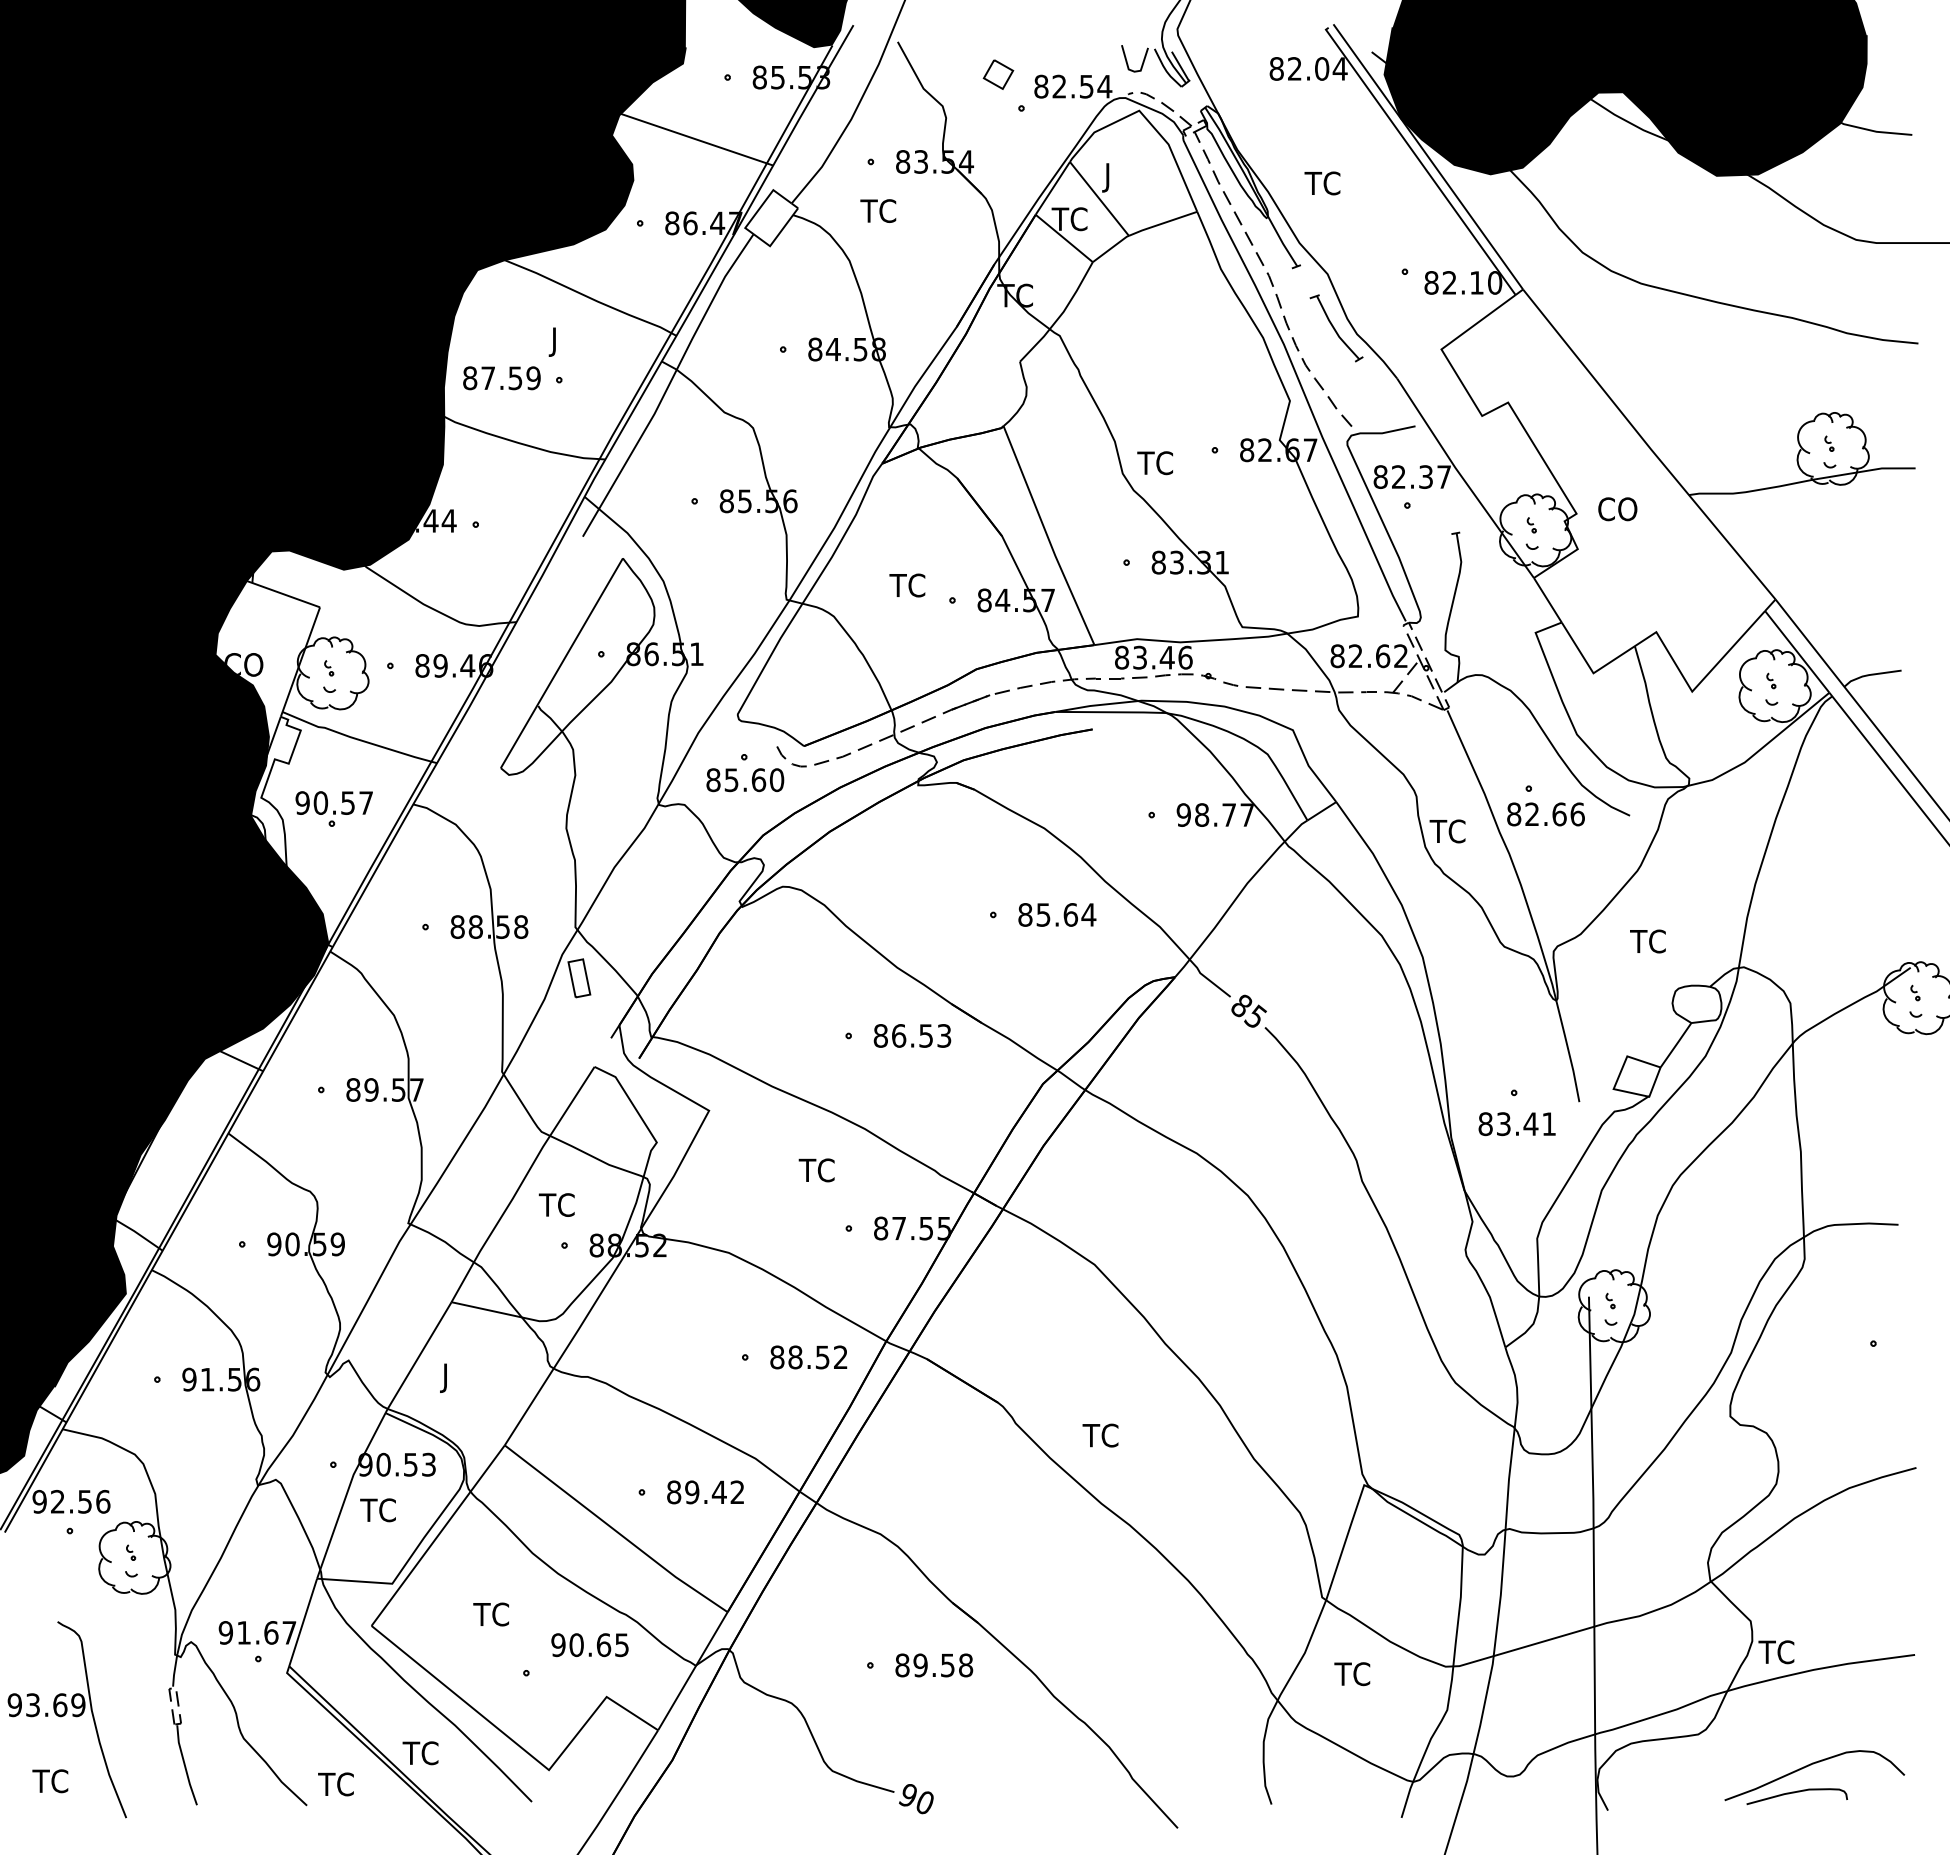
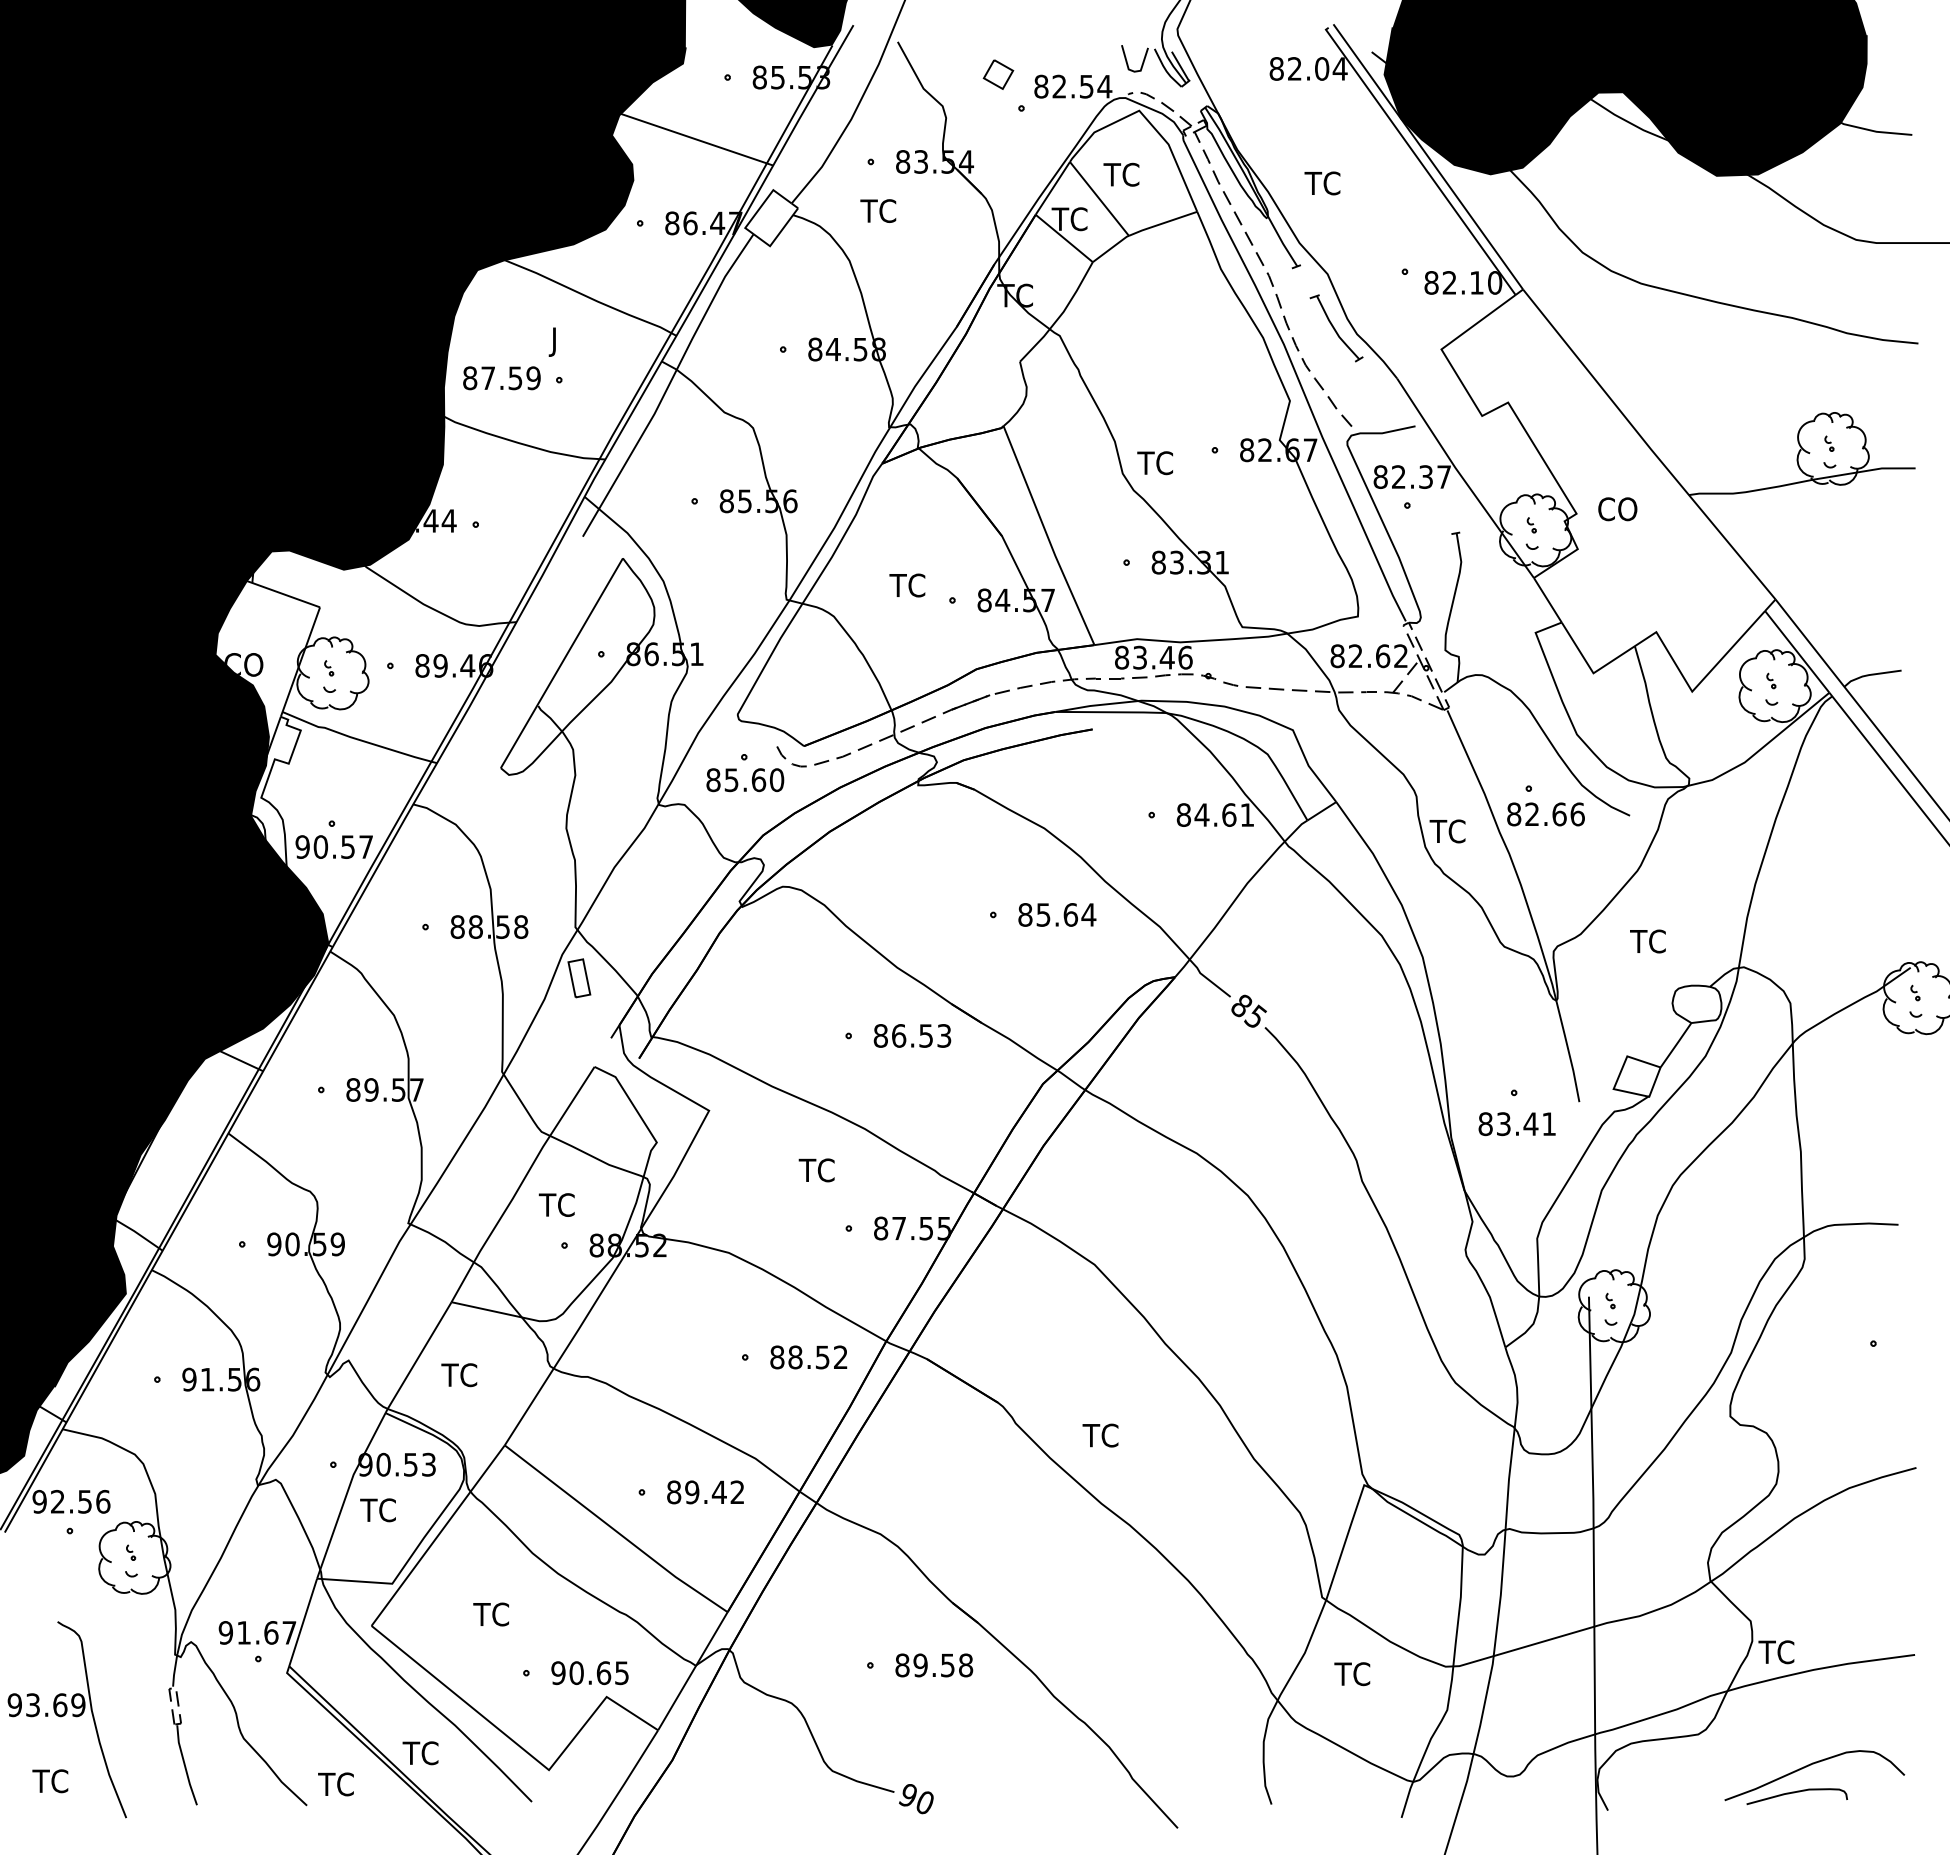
text at (1120, 177): J -> TC
text at (333, 802) position: (333, 802) -> (333, 846)
text at (1214, 814): 98.77 -> 84.61
text at (458, 1378): J -> TC
text at (589, 1645) position: (589, 1645) -> (589, 1673)
